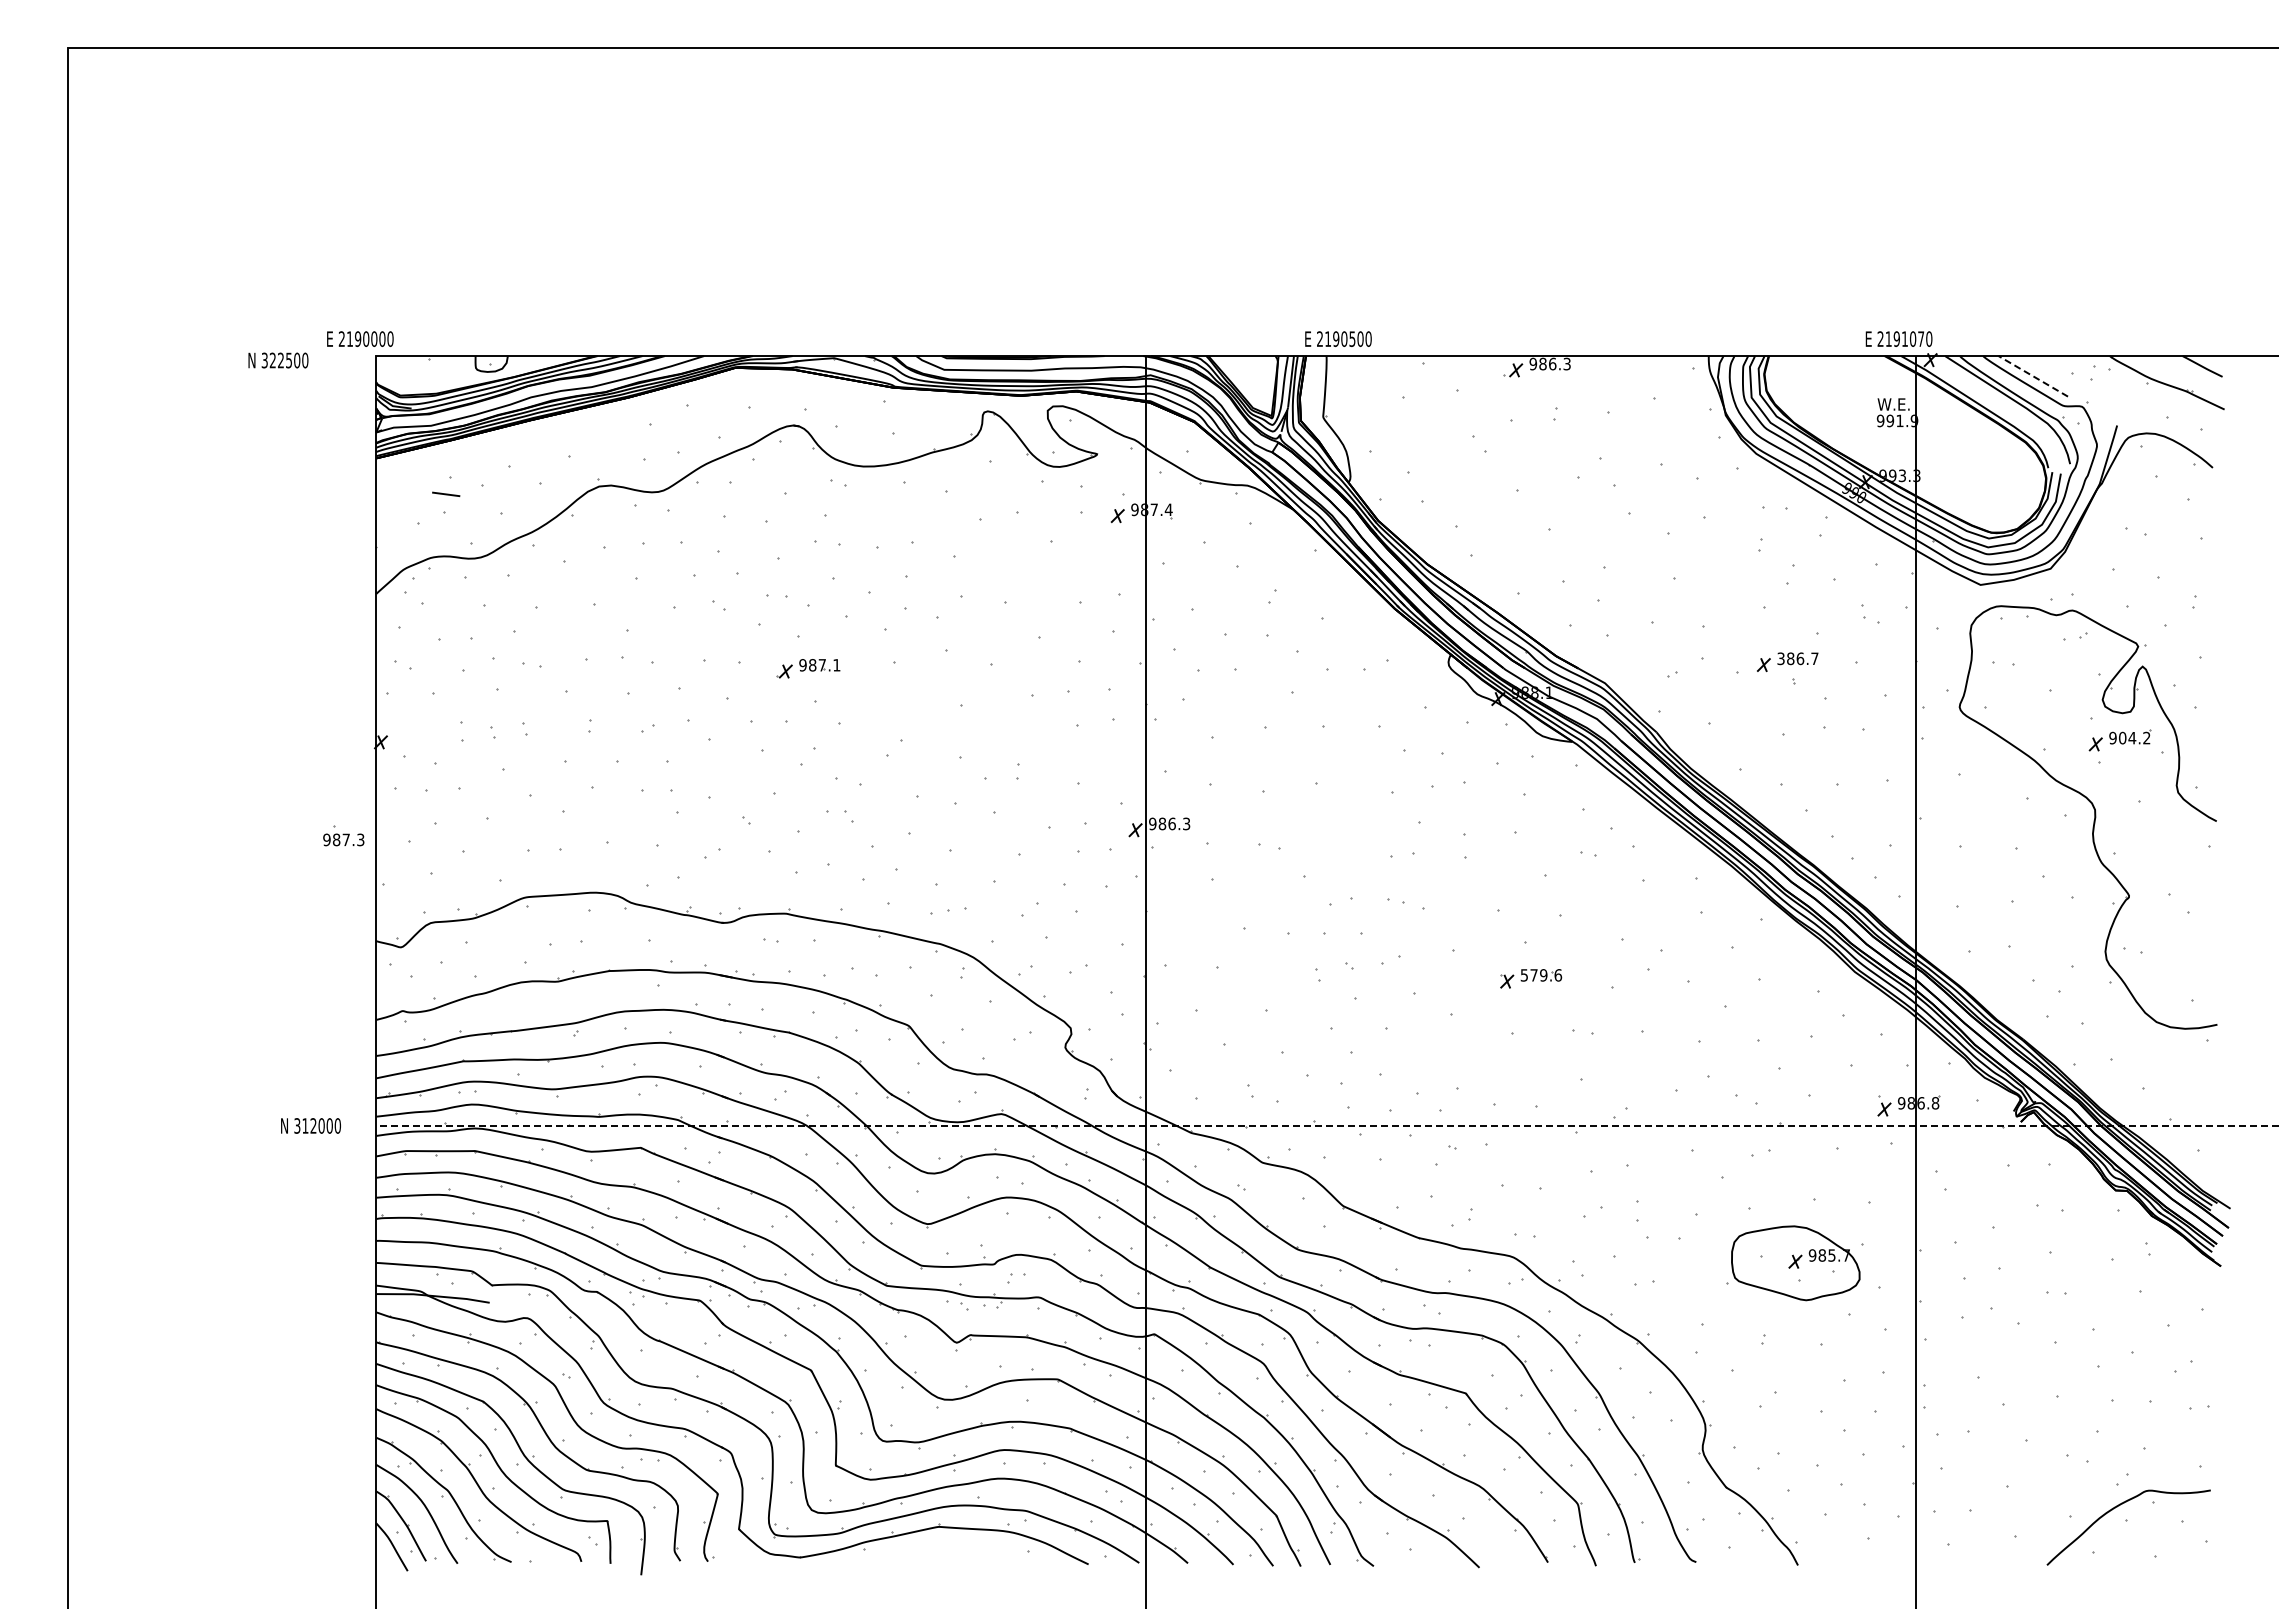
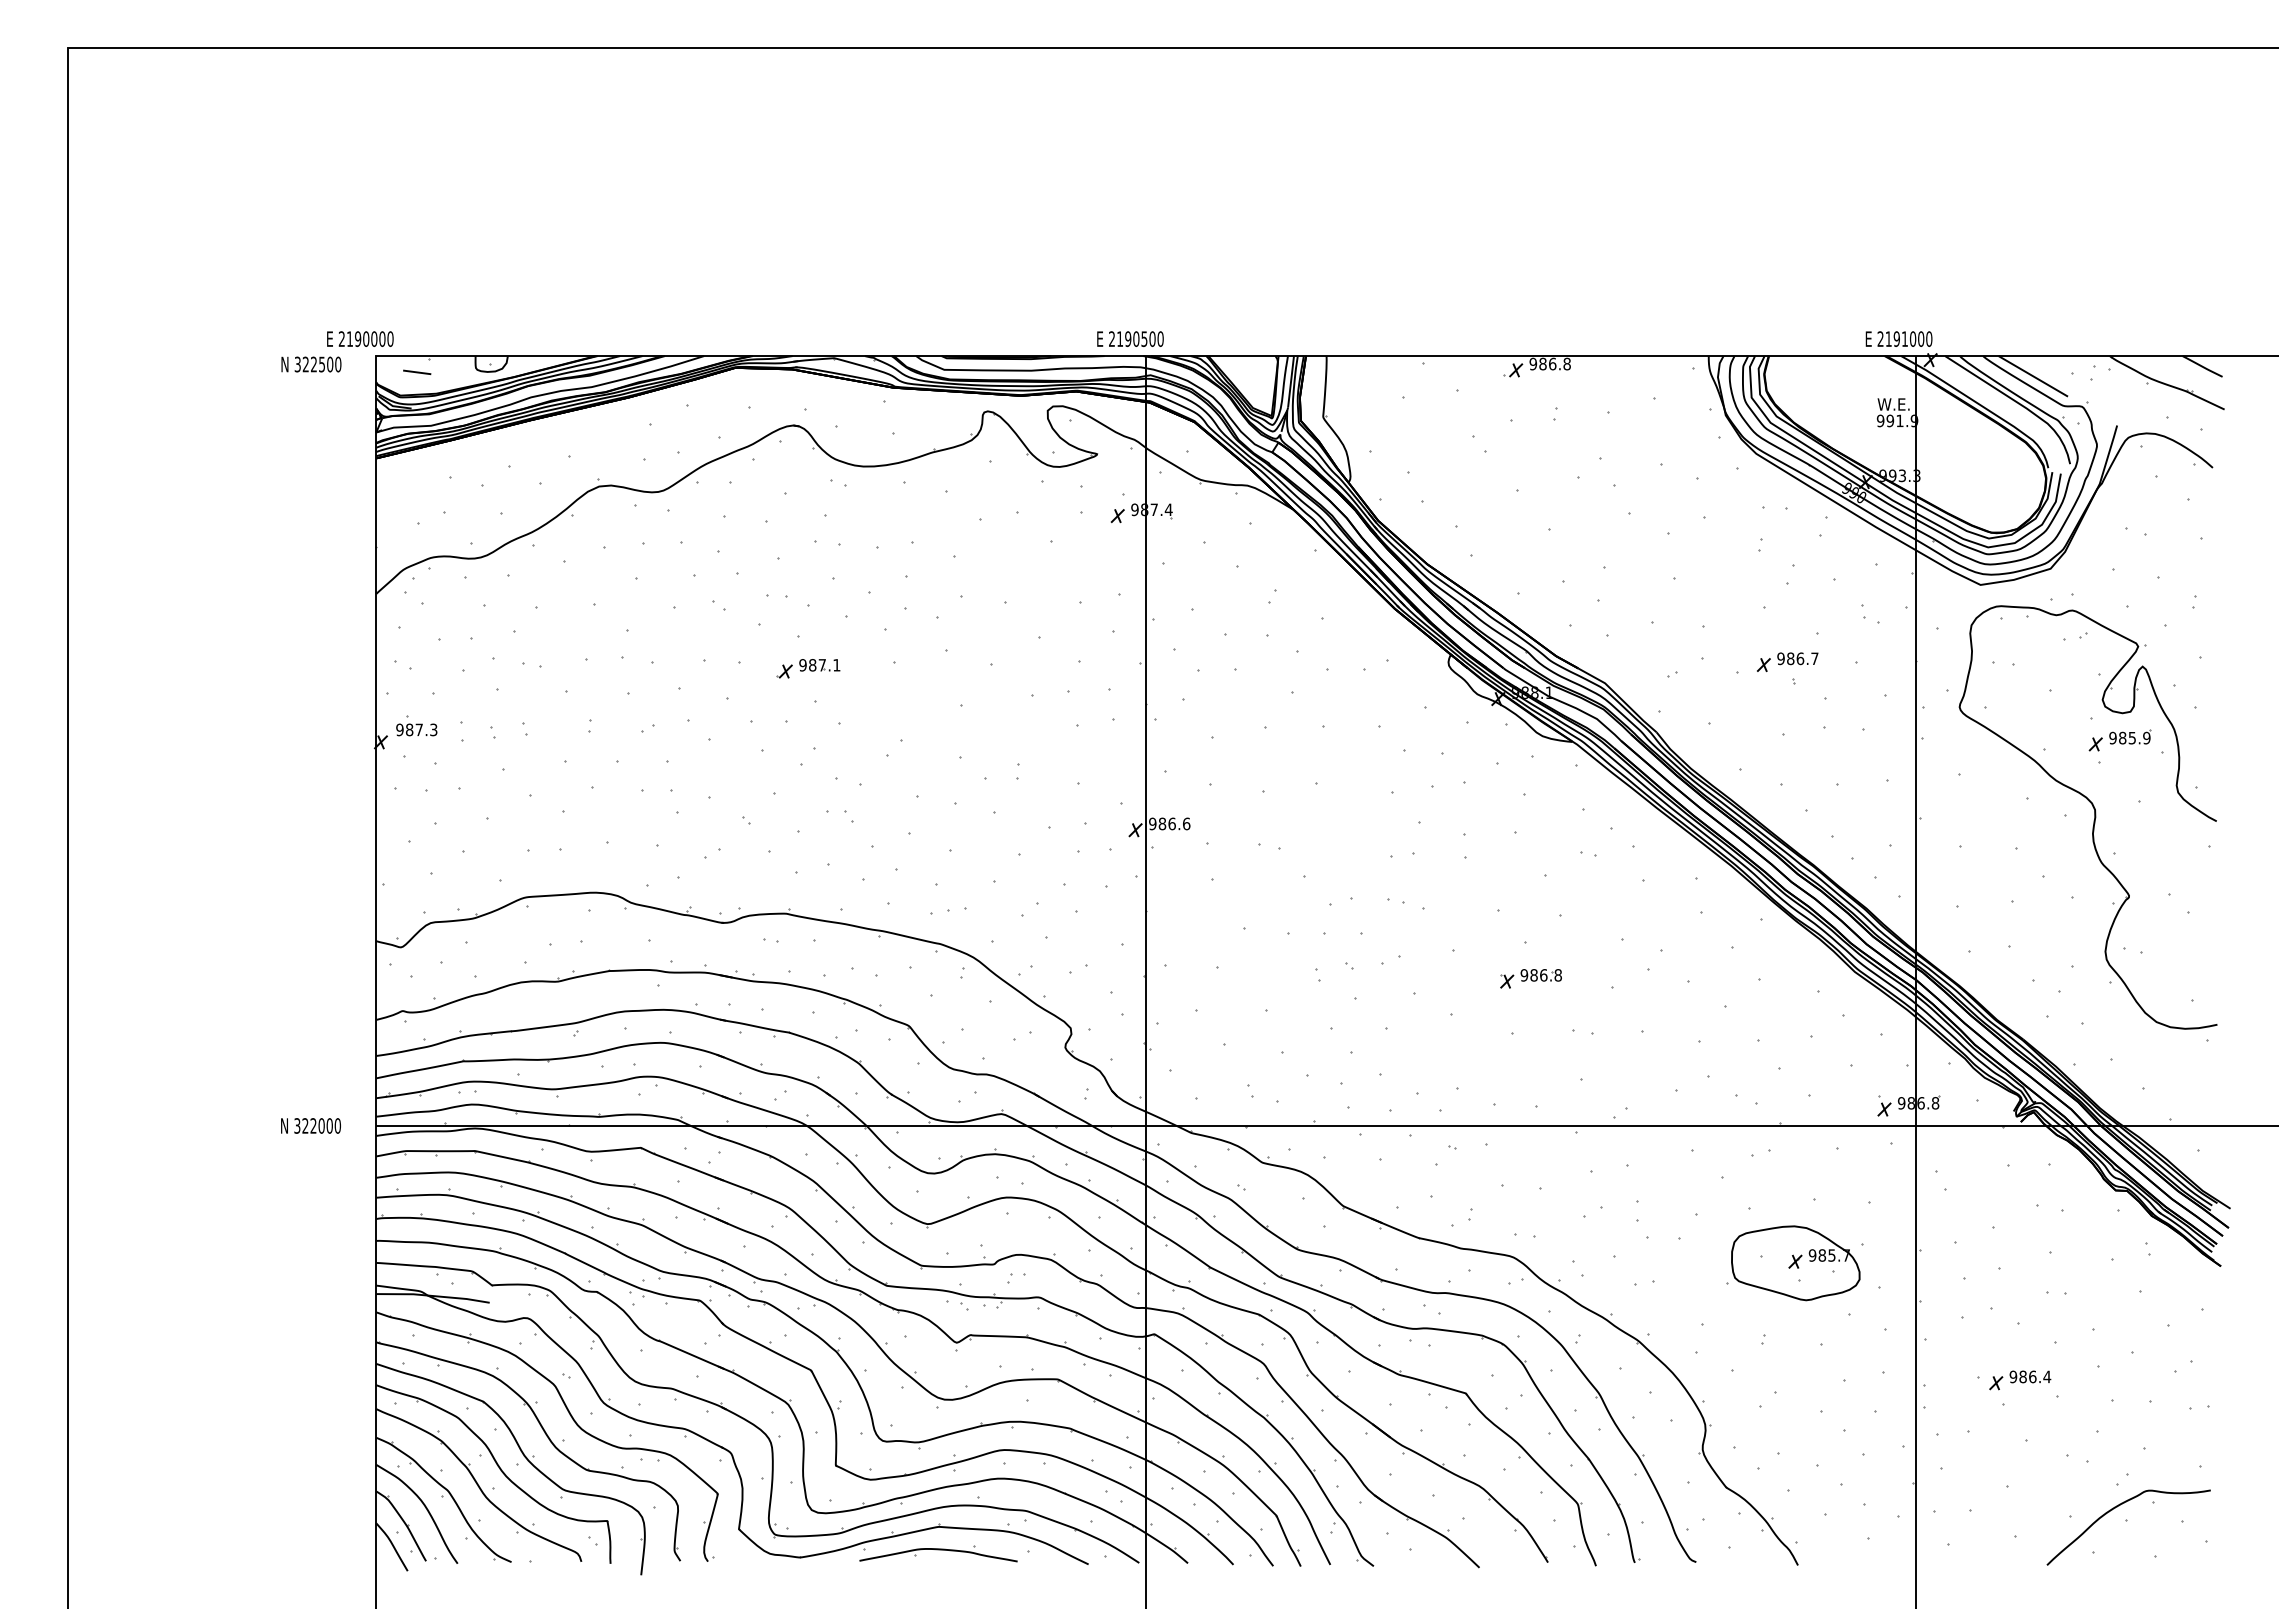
text at (1338, 338) position: (1338, 338) -> (1130, 338)
text at (1921, 338): 2191070 -> 2191000
text at (278, 360) position: (278, 360) -> (311, 364)
text at (1566, 363): 986.3 -> 986.8
line at (2032, 376): dashed -> solid
line at (446, 493) position: (446, 493) -> (417, 371)
text at (1780, 658): 386.7 -> 986.7
text at (2134, 738): 904.2 -> 985.9
text at (1186, 823): 986.3 -> 986.6
part at (343, 835) position: (343, 835) -> (416, 725)
text at (1541, 975): 579.6 -> 986.8
text at (305, 1125): 312000 -> 322000
line at (1327, 1125): dashed -> solid
part at (2020, 1380): none -> present
part at (938, 1553): none -> present
